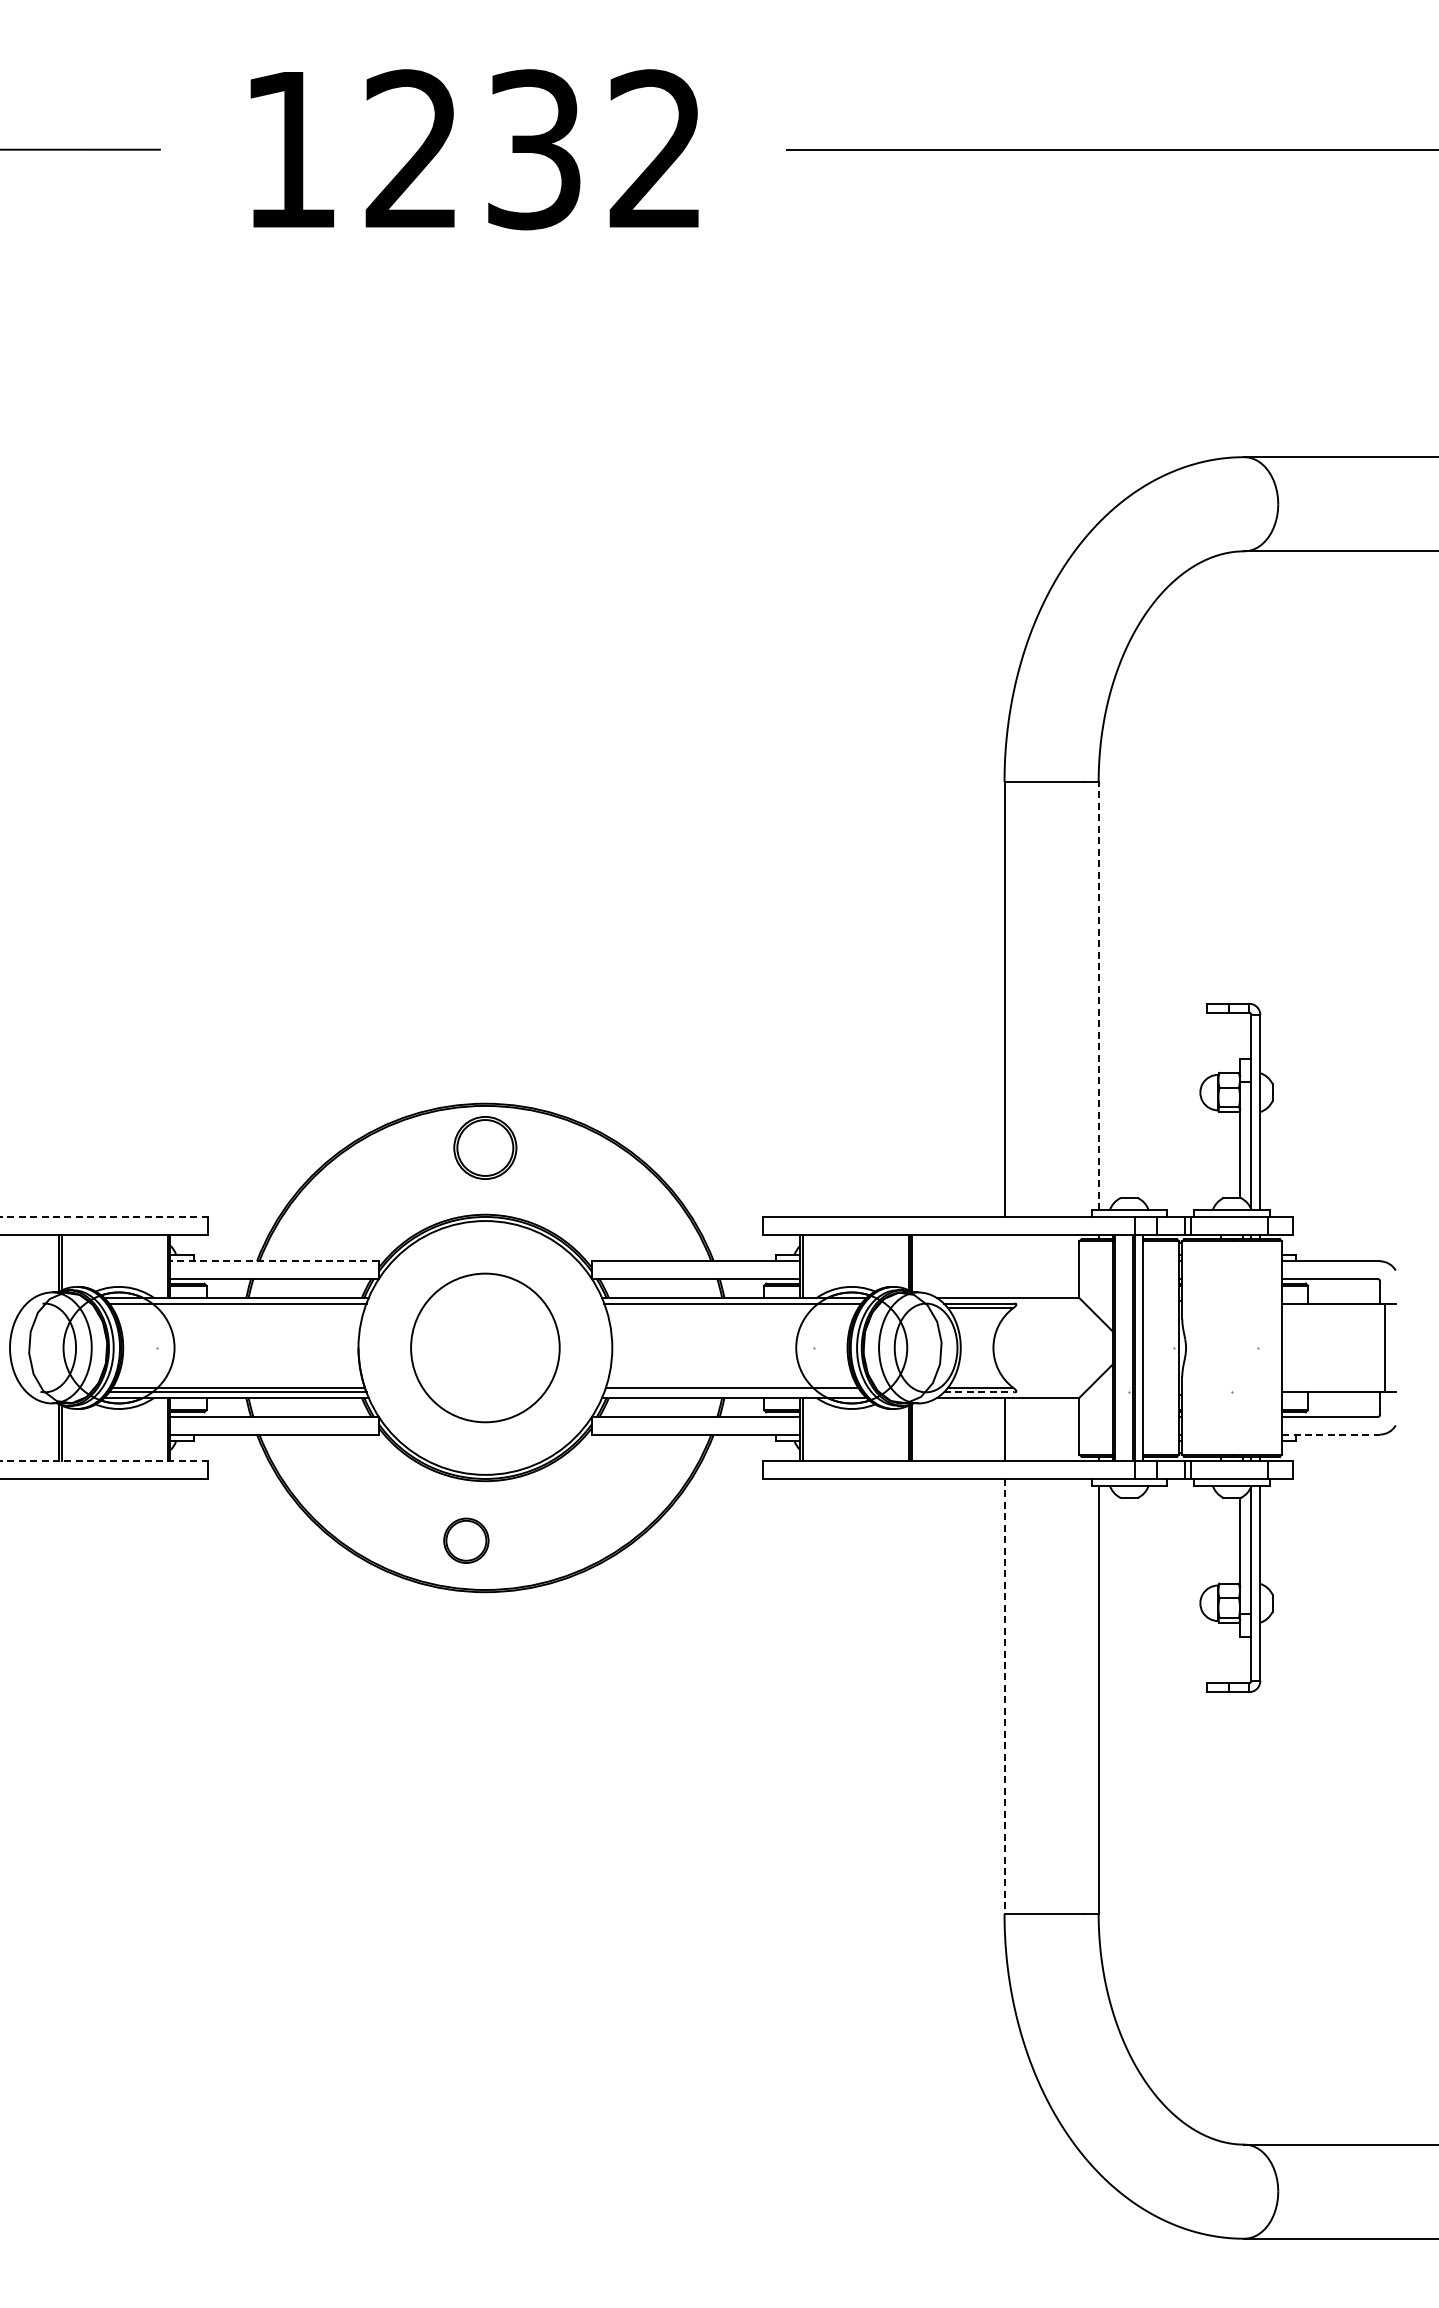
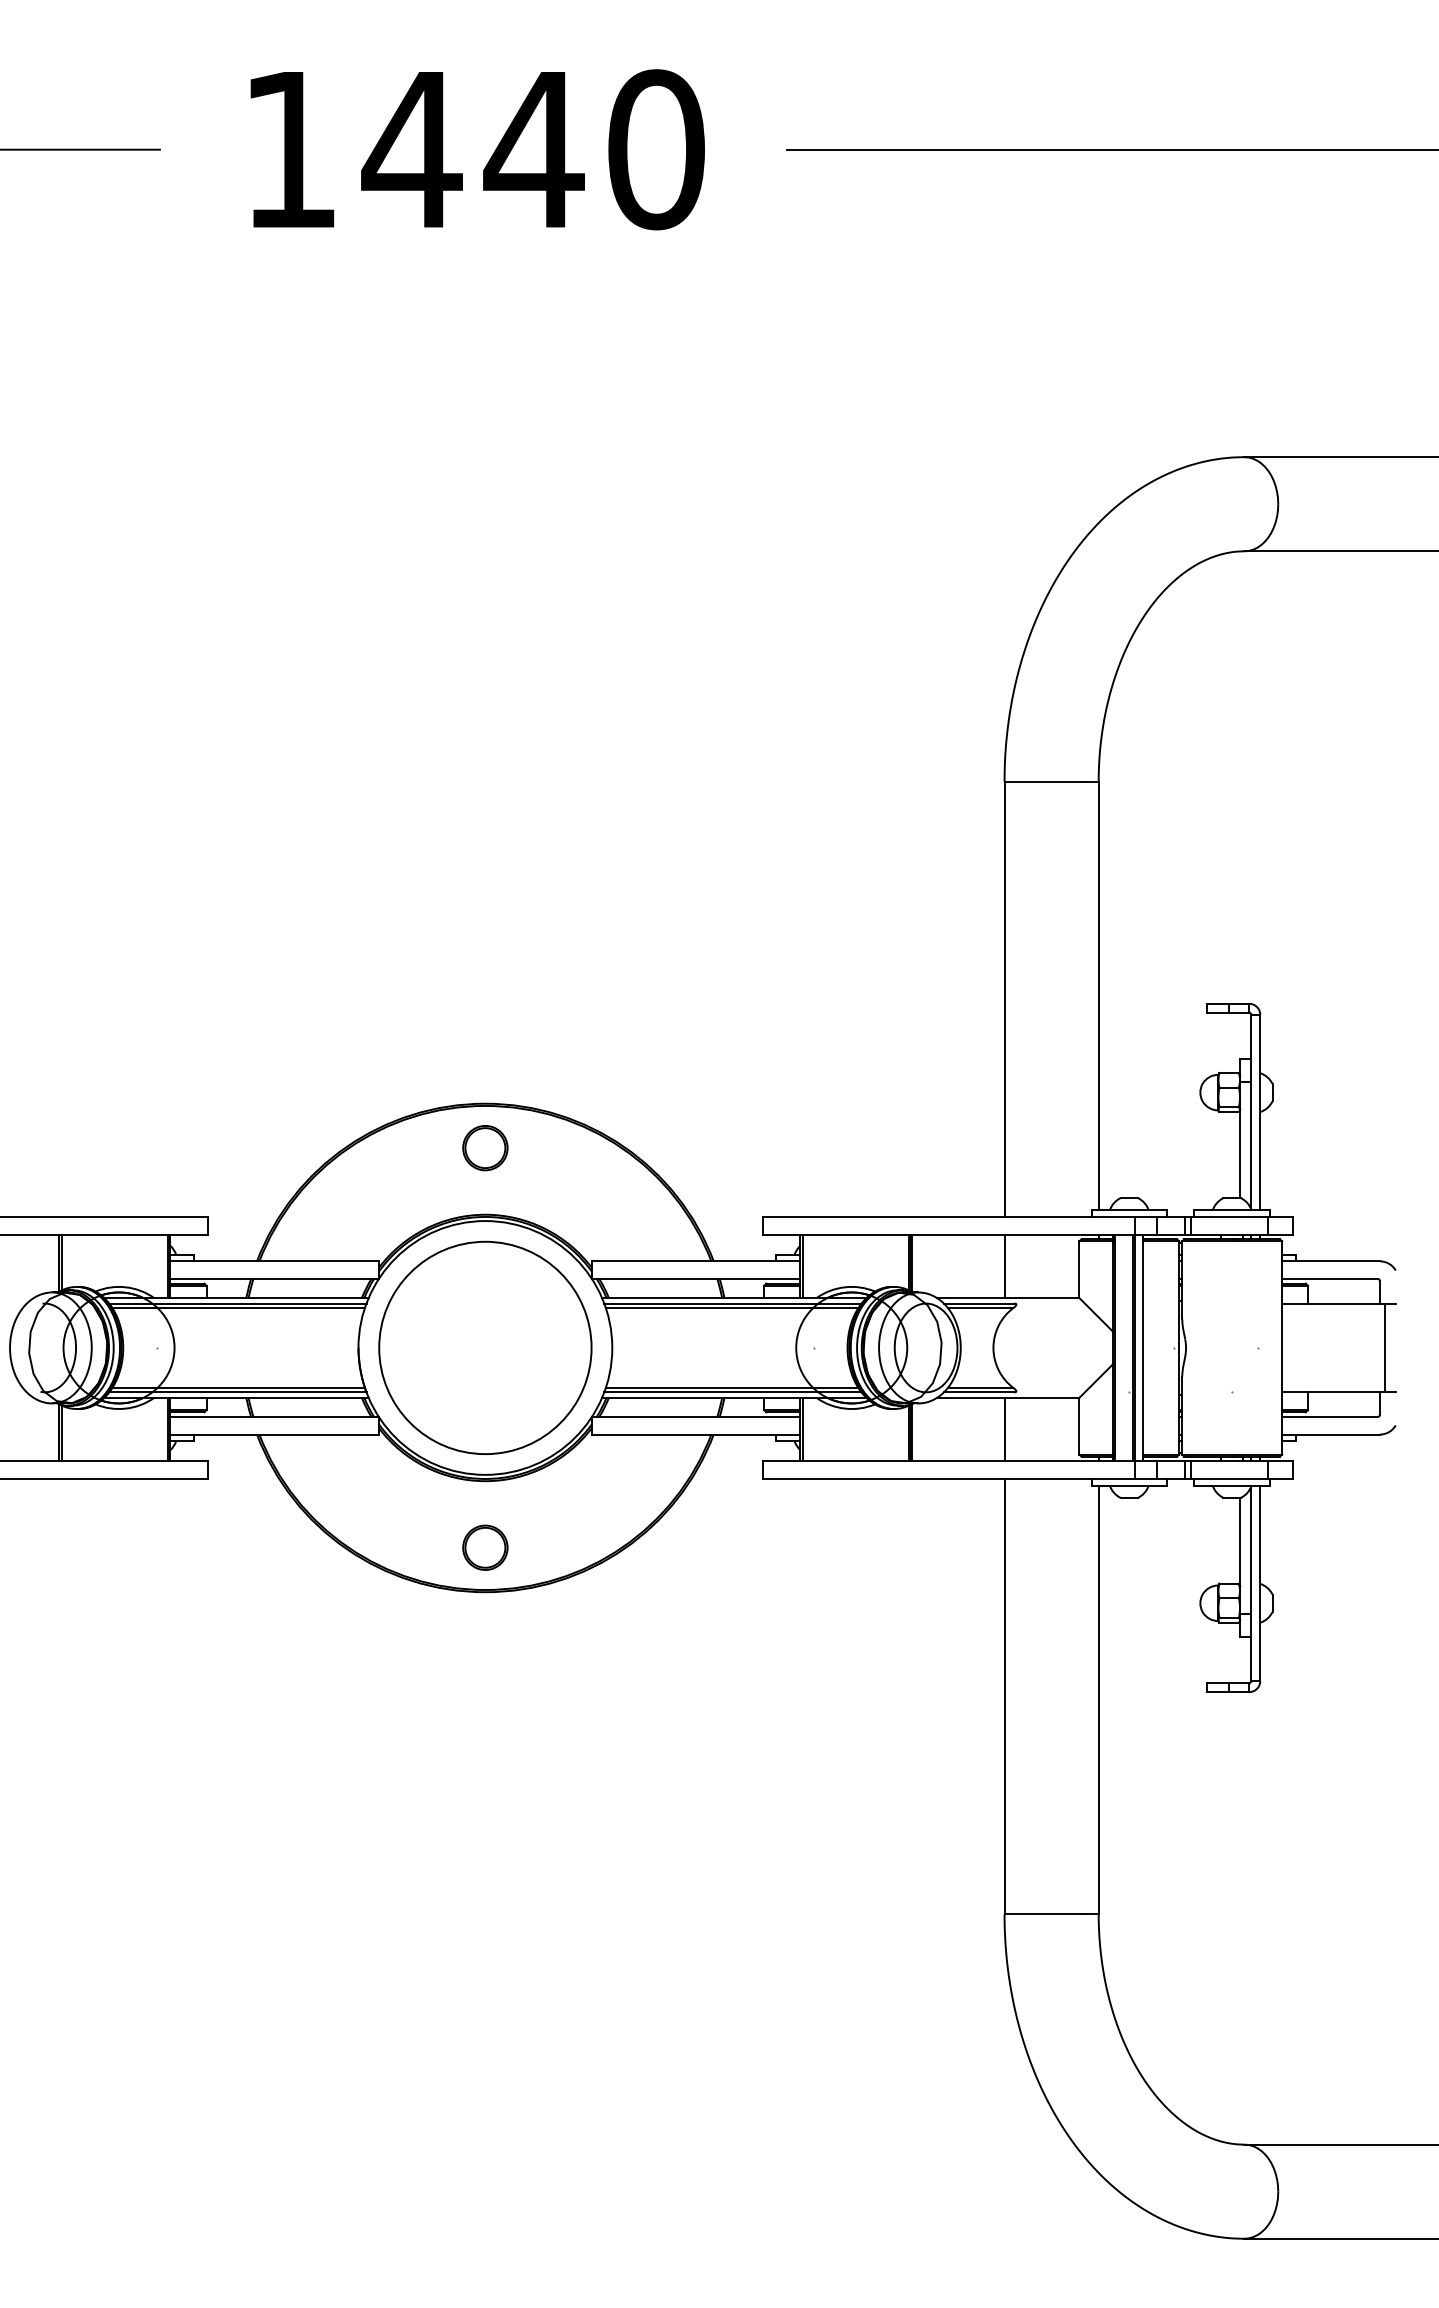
text at (532, 149): 1232 -> 1440
line at (1098, 995): dashed -> solid
part at (485, 1147) size: 65x64 px -> 47x47 px
line at (104, 1216): dashed -> solid
line at (274, 1261): dashed -> solid
line at (1004, 1266): none -> present
line at (238, 1308): none -> present
line at (731, 1308): none -> present
circle at (485, 1347) diameter: 149 px -> 212 px
line at (732, 1392): none -> present
line at (979, 1392): dashed -> solid
line at (1331, 1434): dashed -> solid
line at (104, 1461): dashed -> solid
part at (466, 1540) position: (466, 1540) -> (485, 1547)
line at (1004, 1696): dashed -> solid
